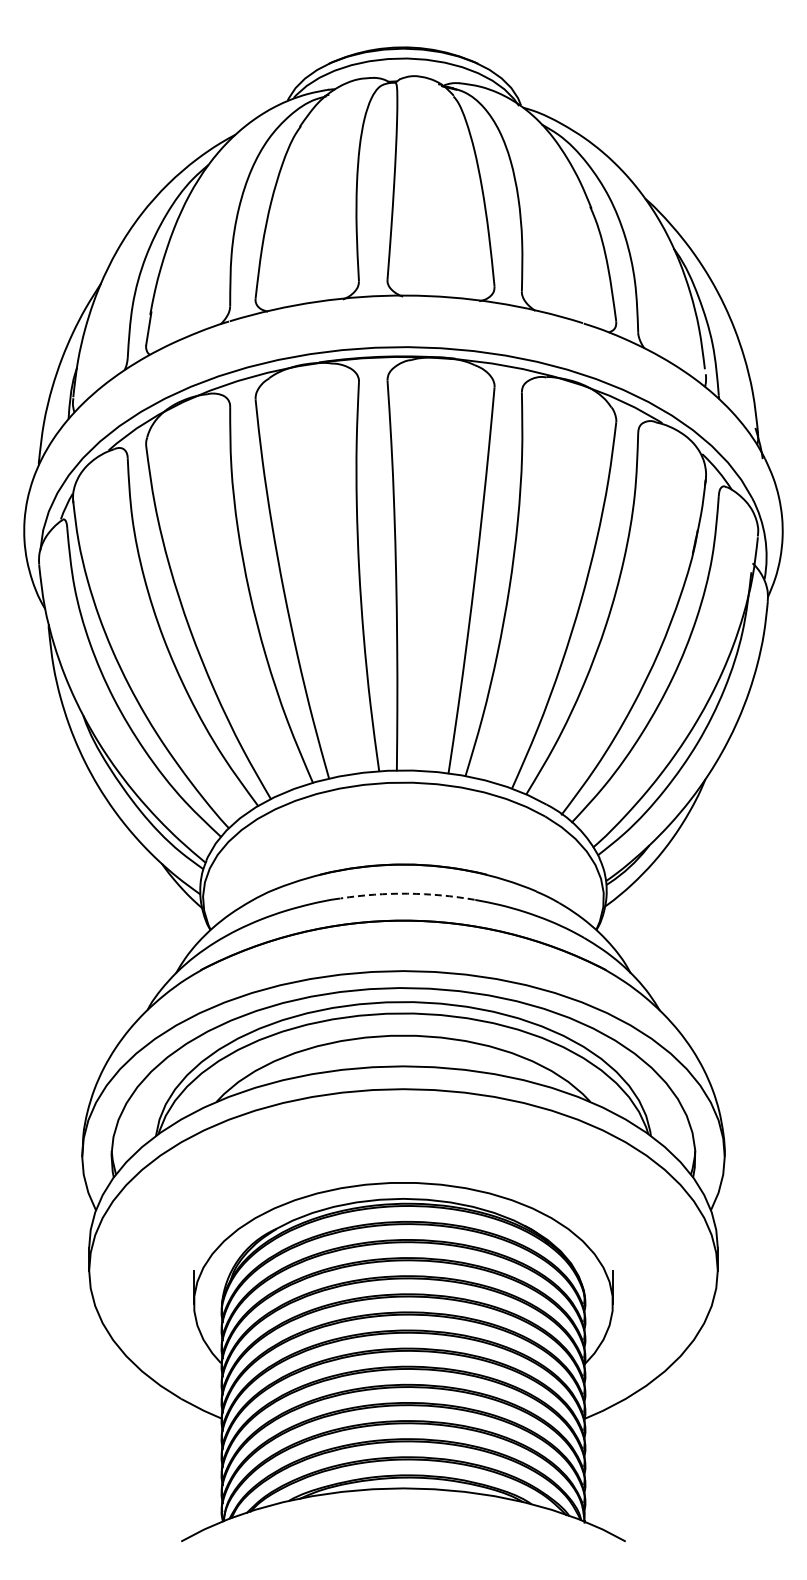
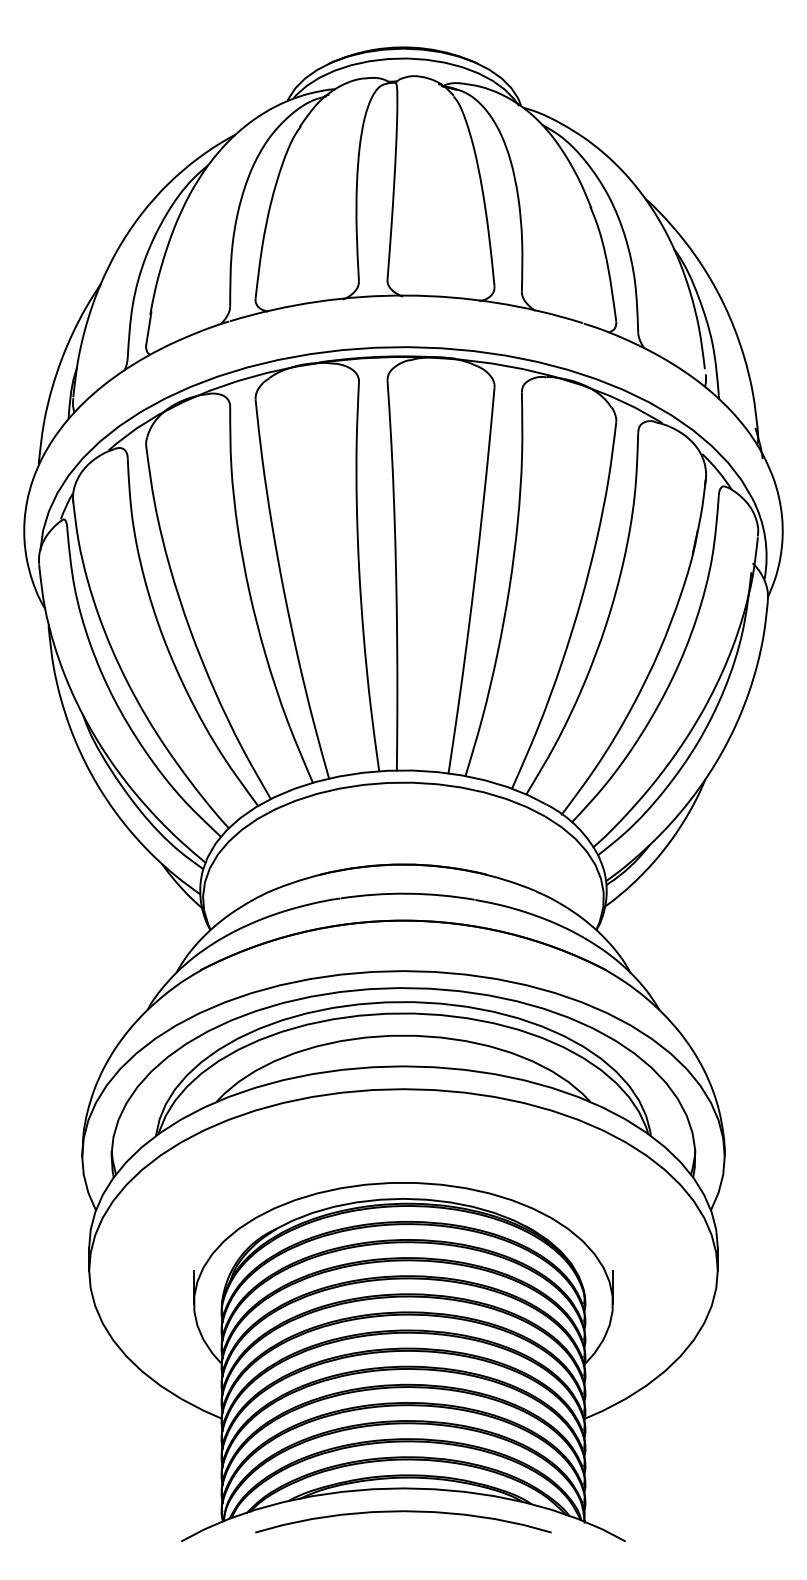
arc at (407, 893): dashed -> solid
curve at (403, 1512): none -> present
